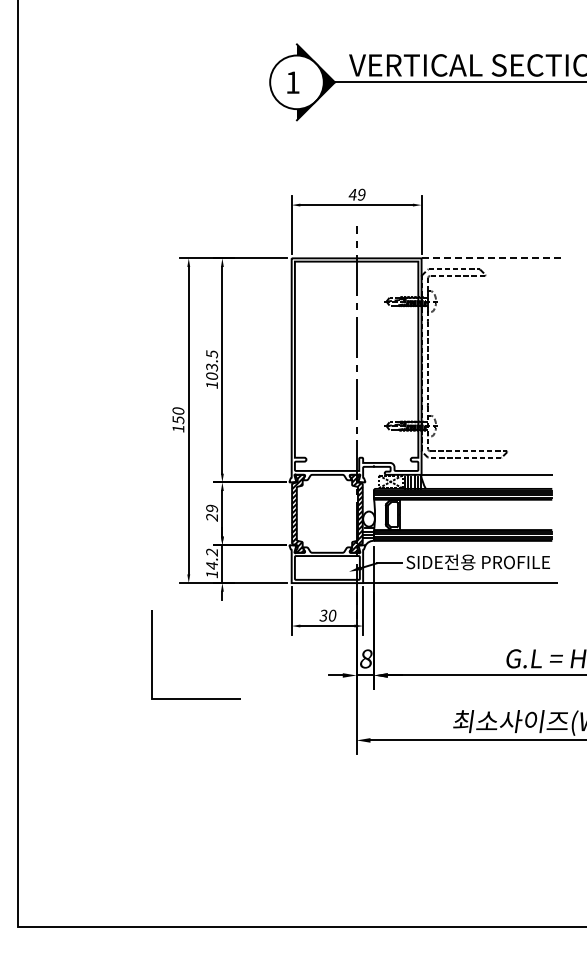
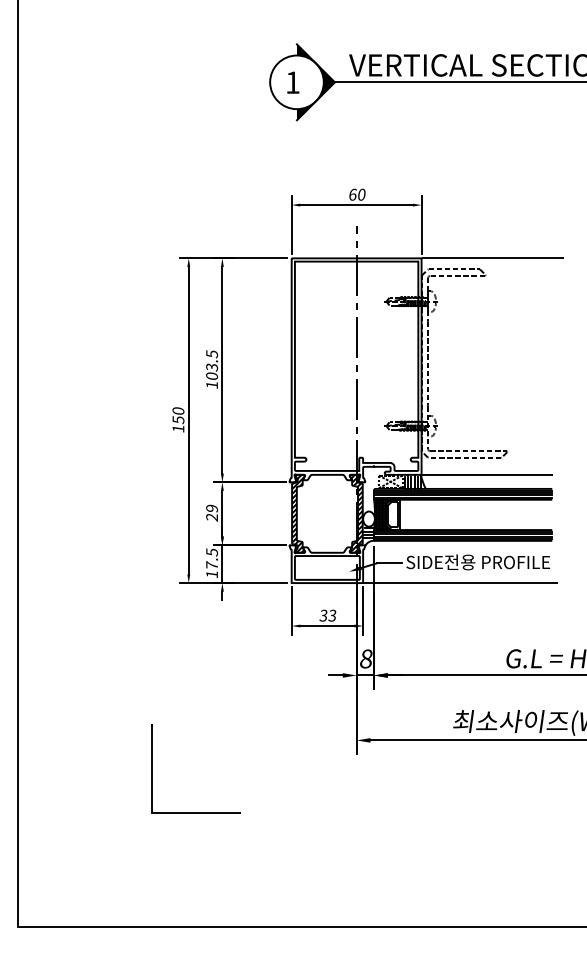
text at (356, 194): 49 -> 60
line at (492, 258): dashed -> solid
hatch at (382, 514): none -> present
text at (212, 558): 14.2 -> 17.5
text at (332, 615): 30 -> 33
line at (152, 654) position: (152, 654) -> (152, 768)
